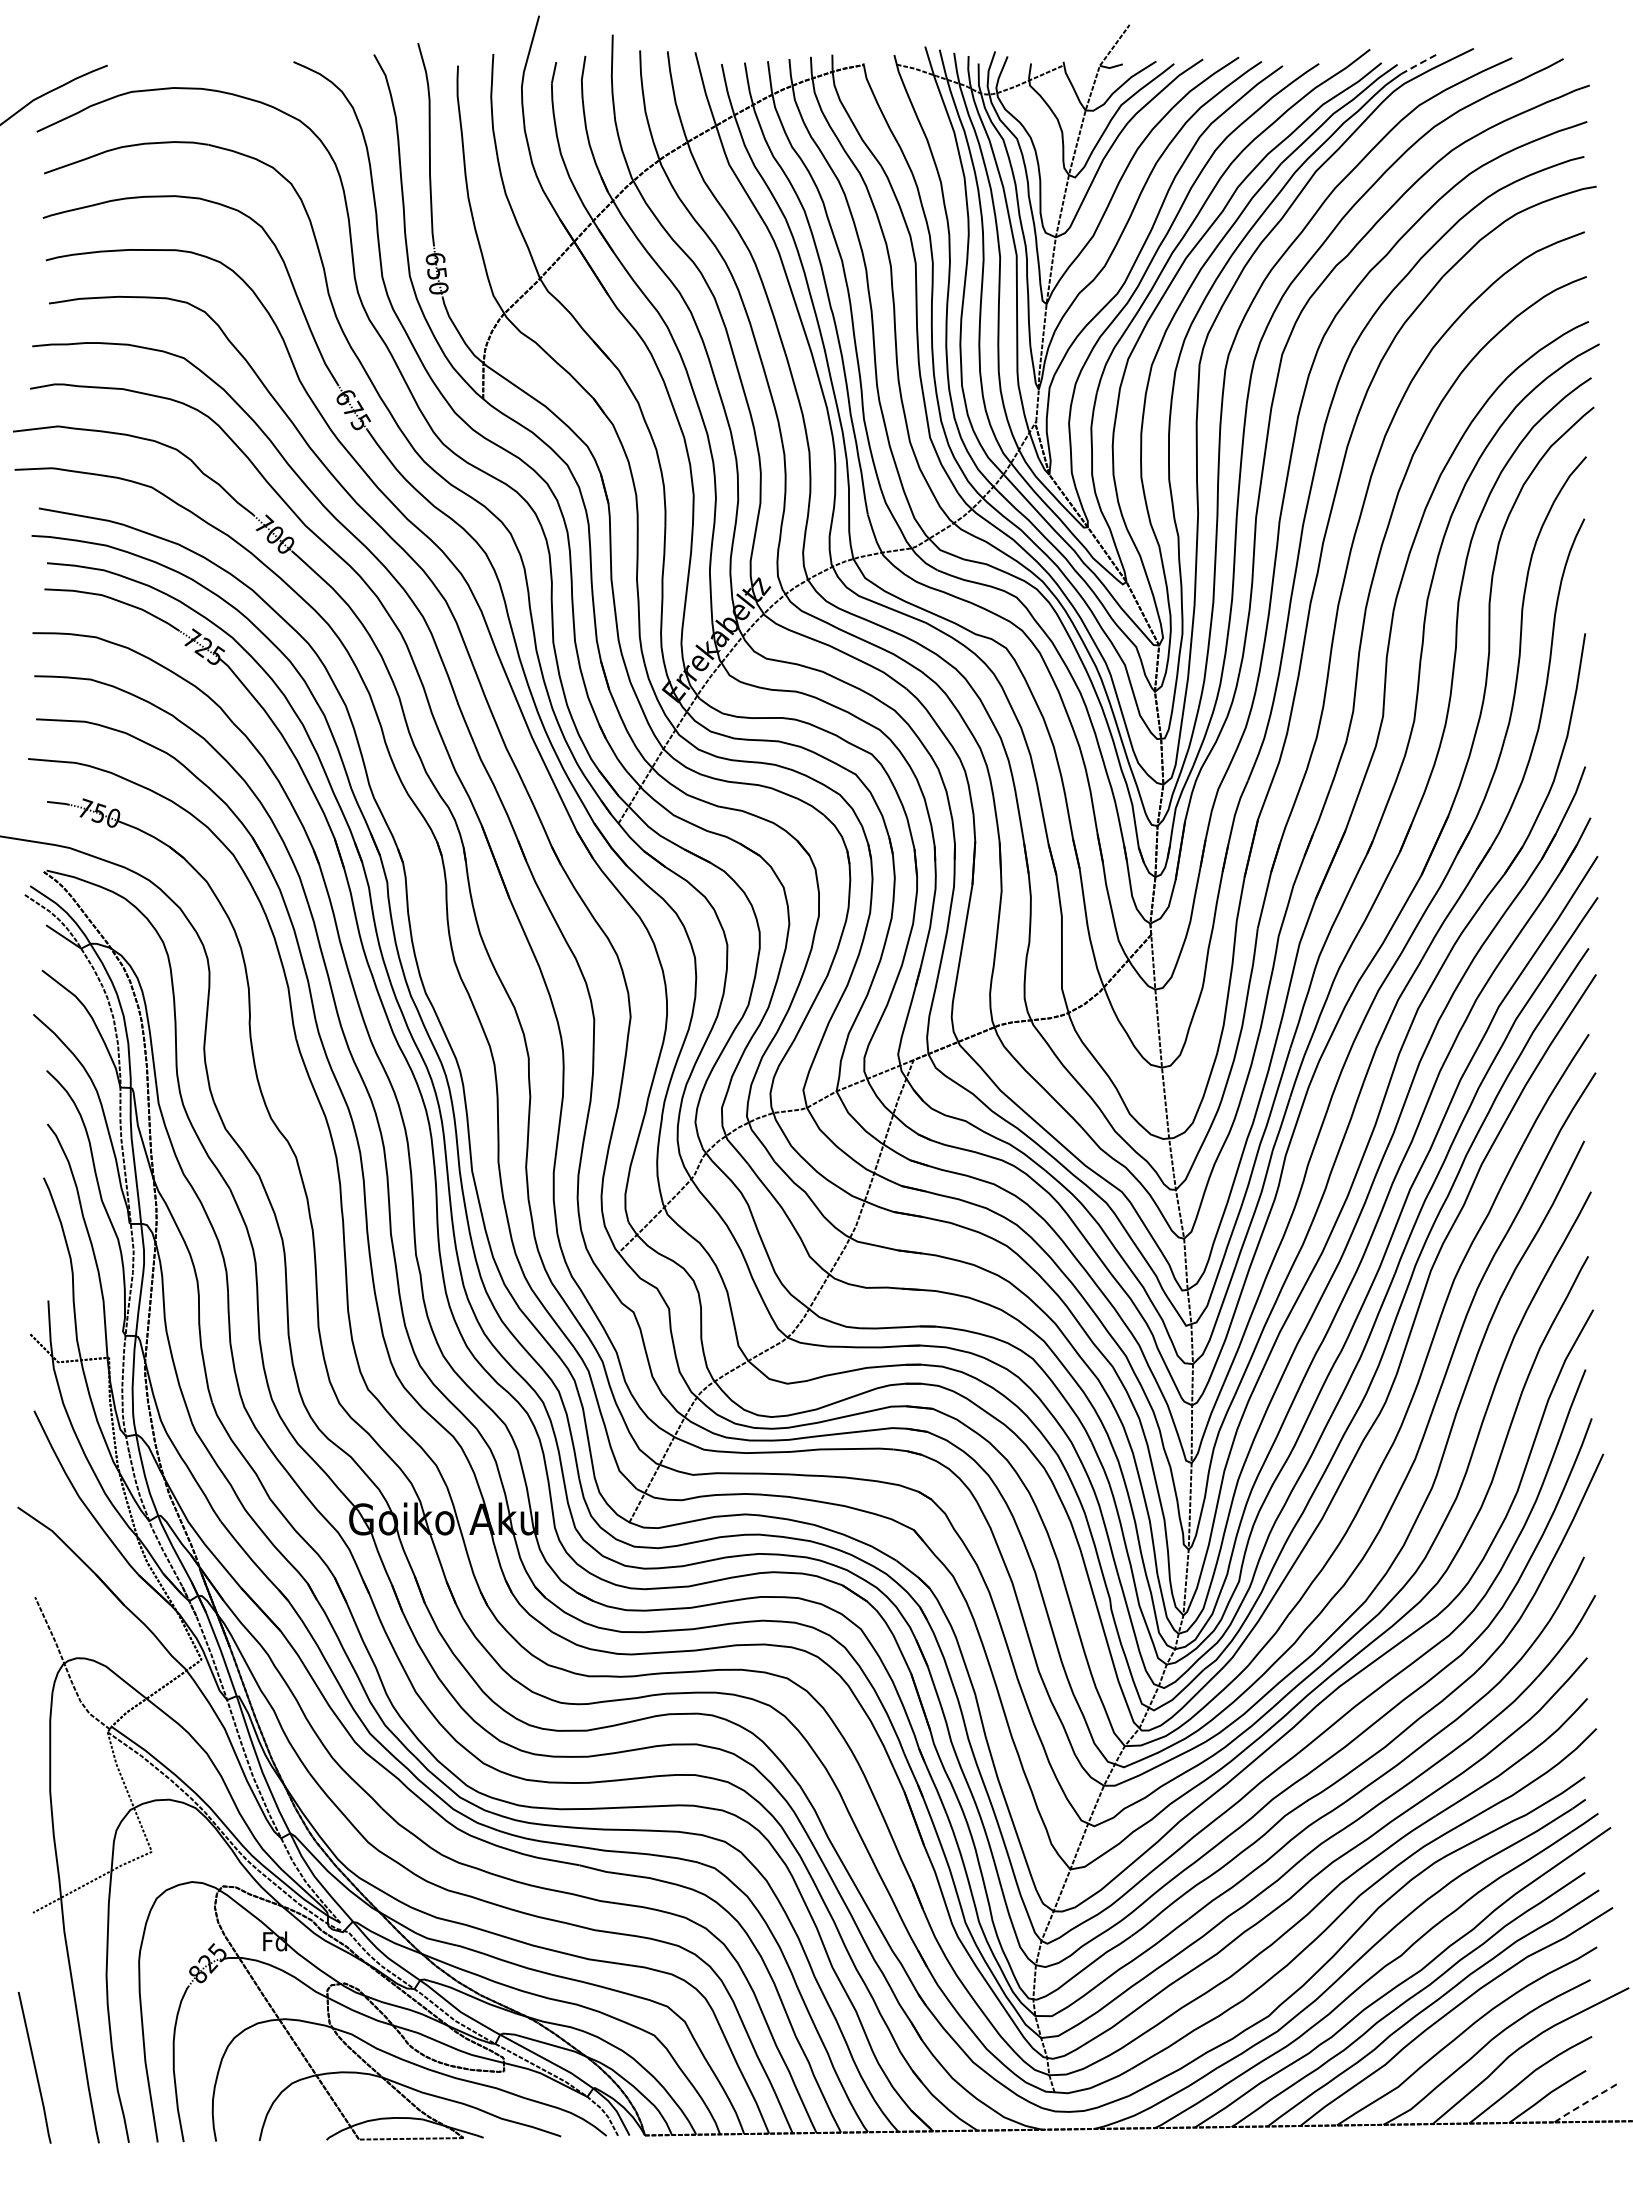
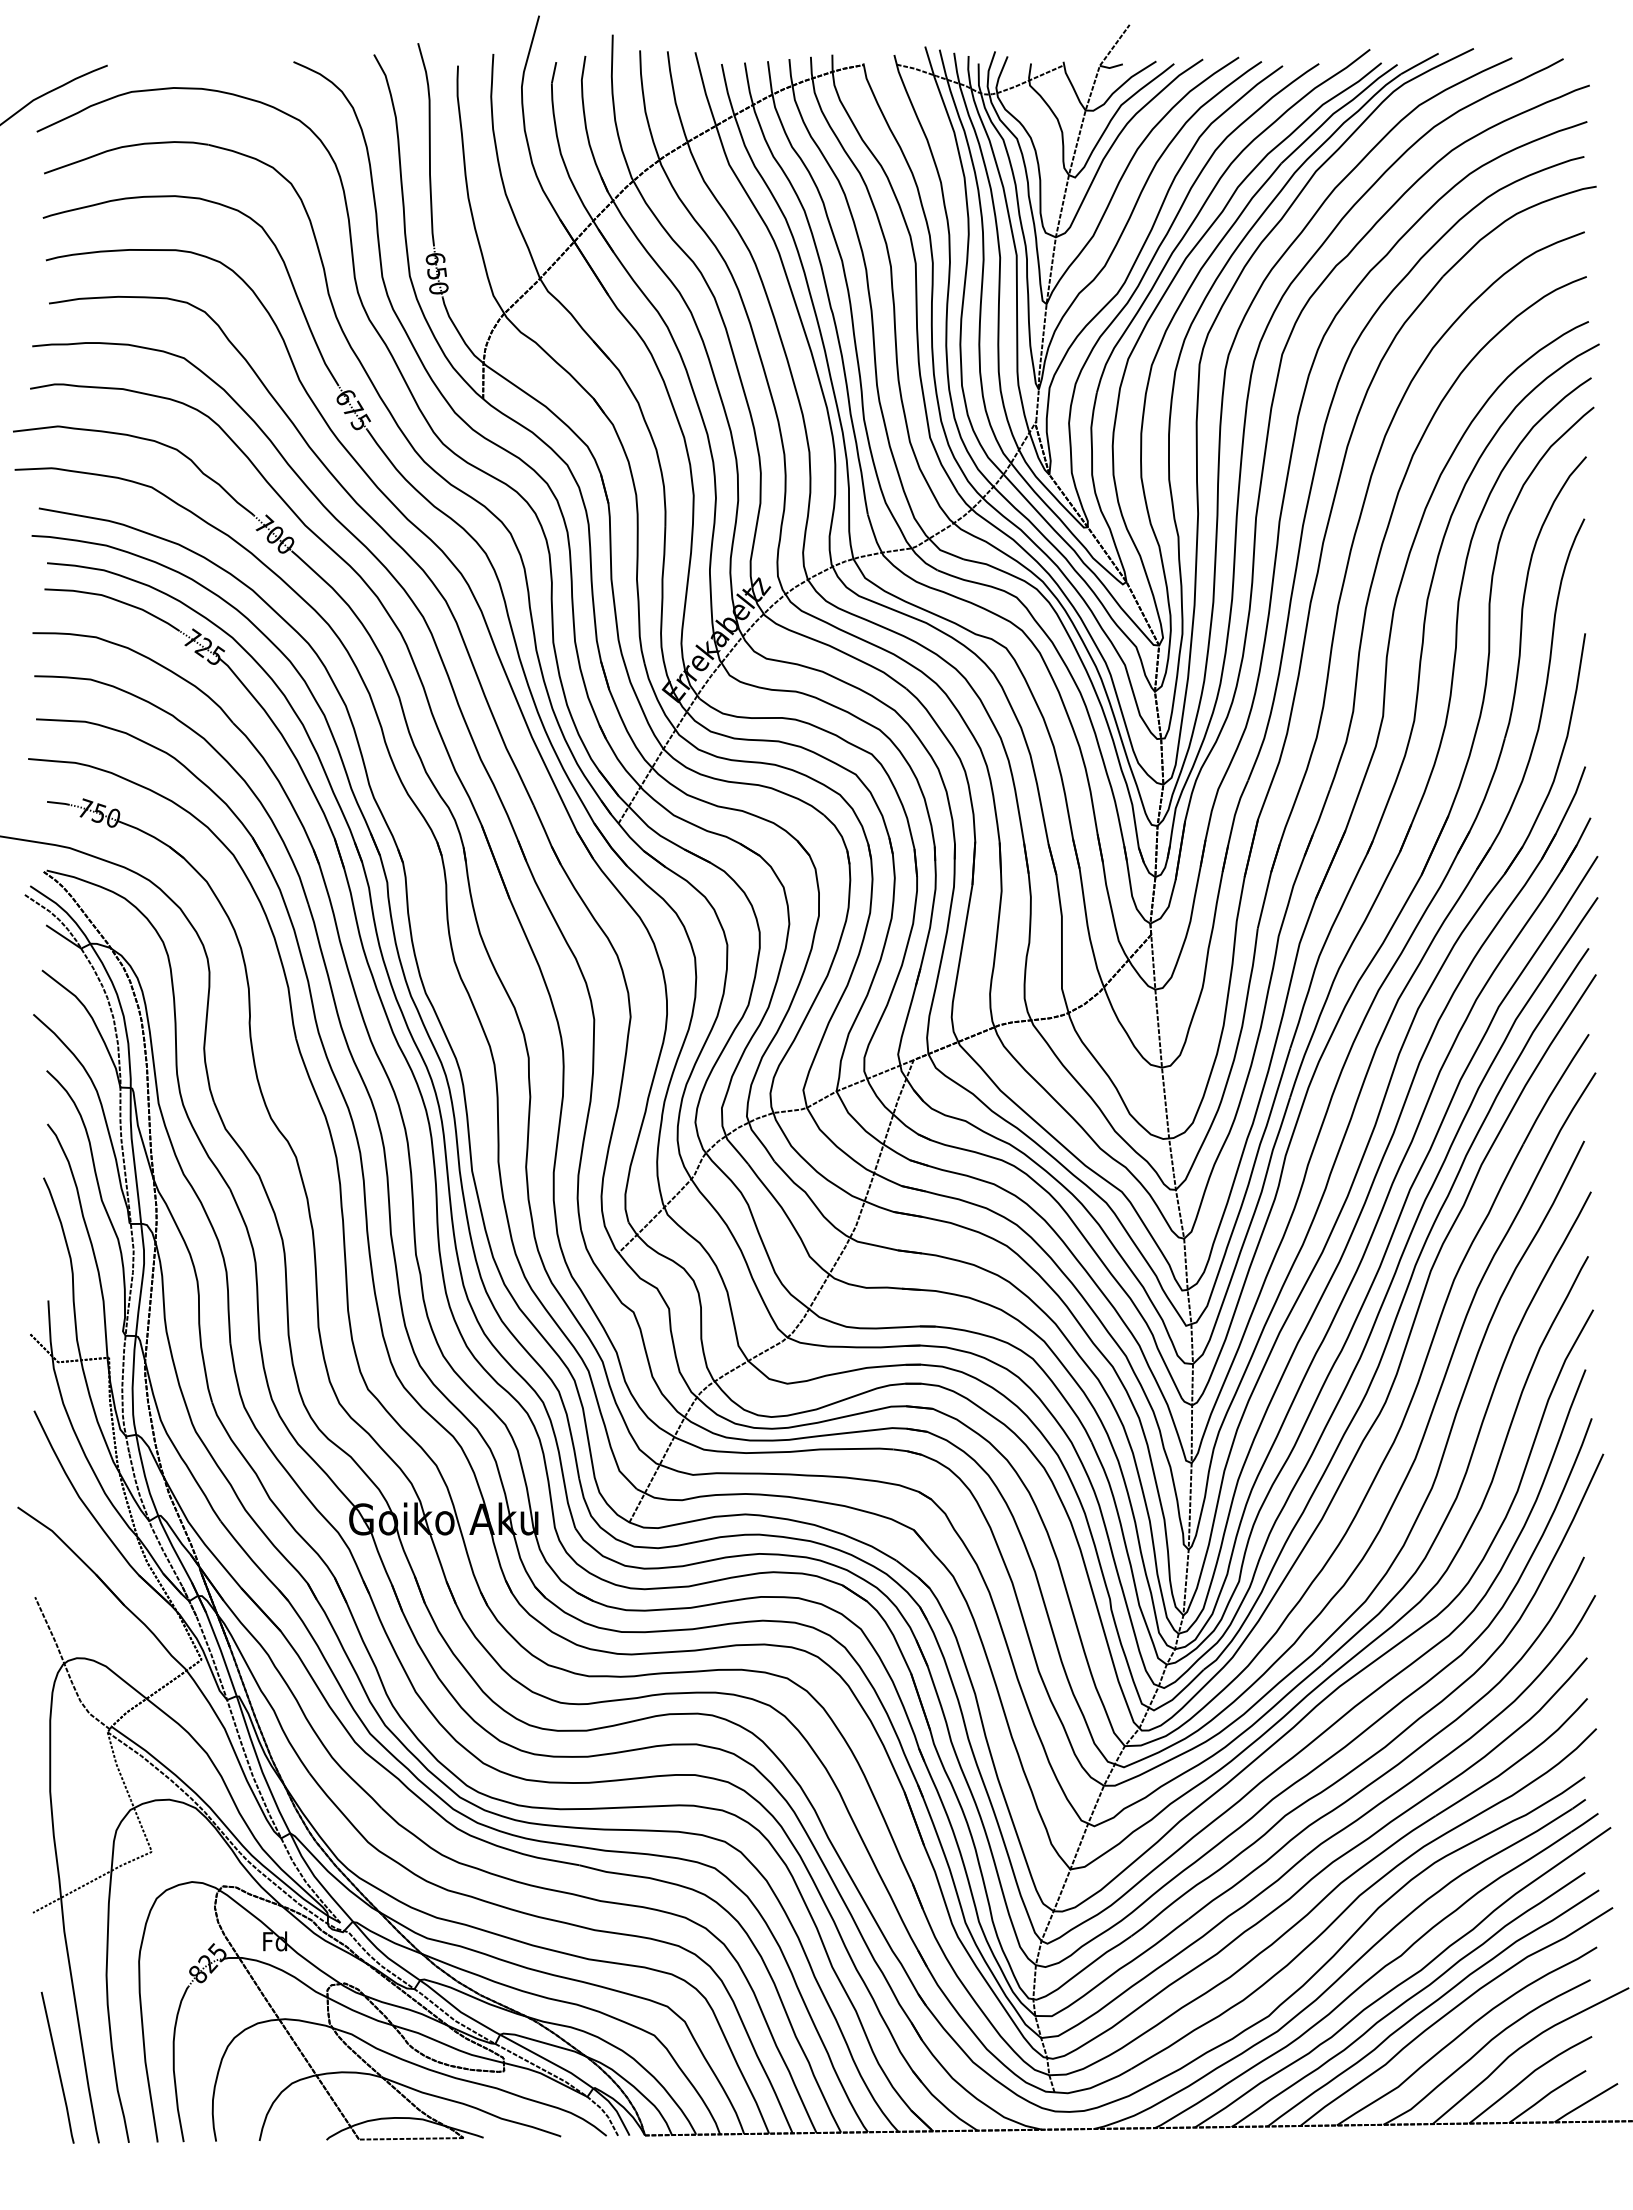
line at (1419, 63): dashed -> solid
line at (34, 2067) position: (34, 2067) -> (57, 2067)
line at (1585, 2103): dashed -> solid
